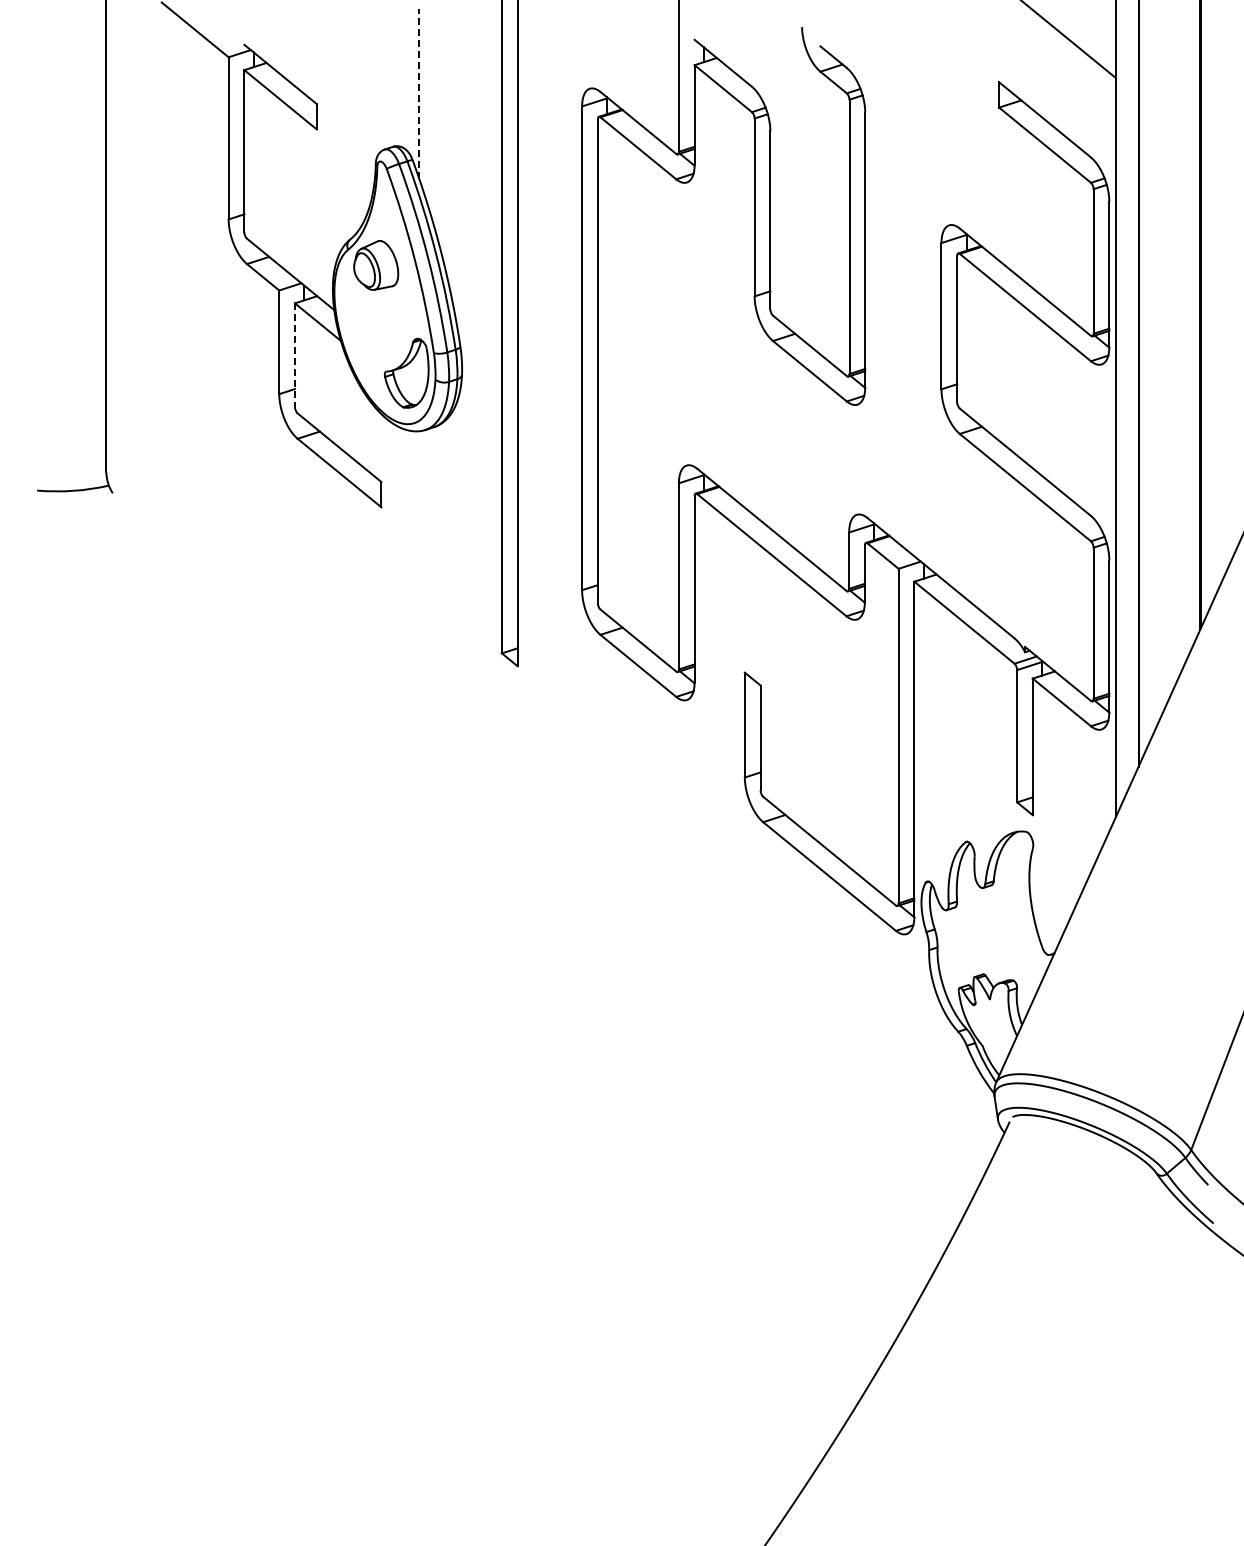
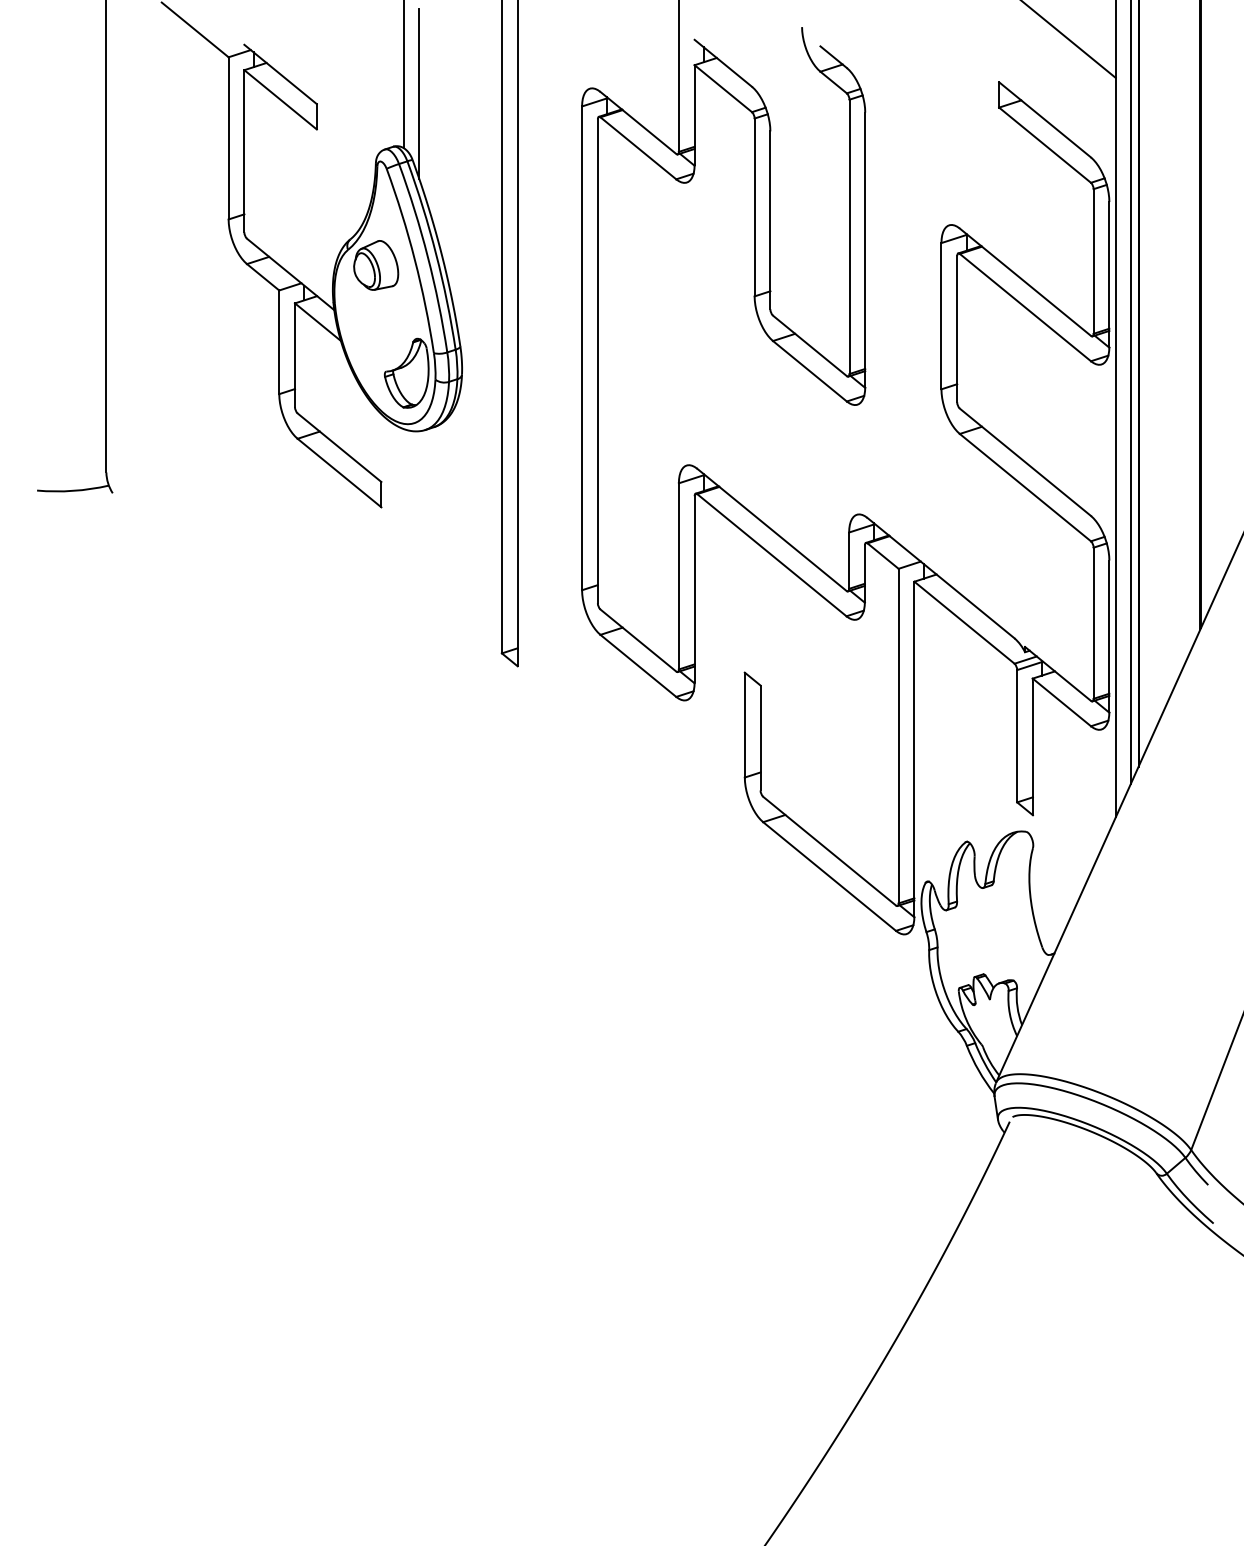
line at (403, 75): none -> present
line at (419, 94): dashed -> solid
line at (295, 355): dashed -> solid
line at (1131, 392): none -> present
